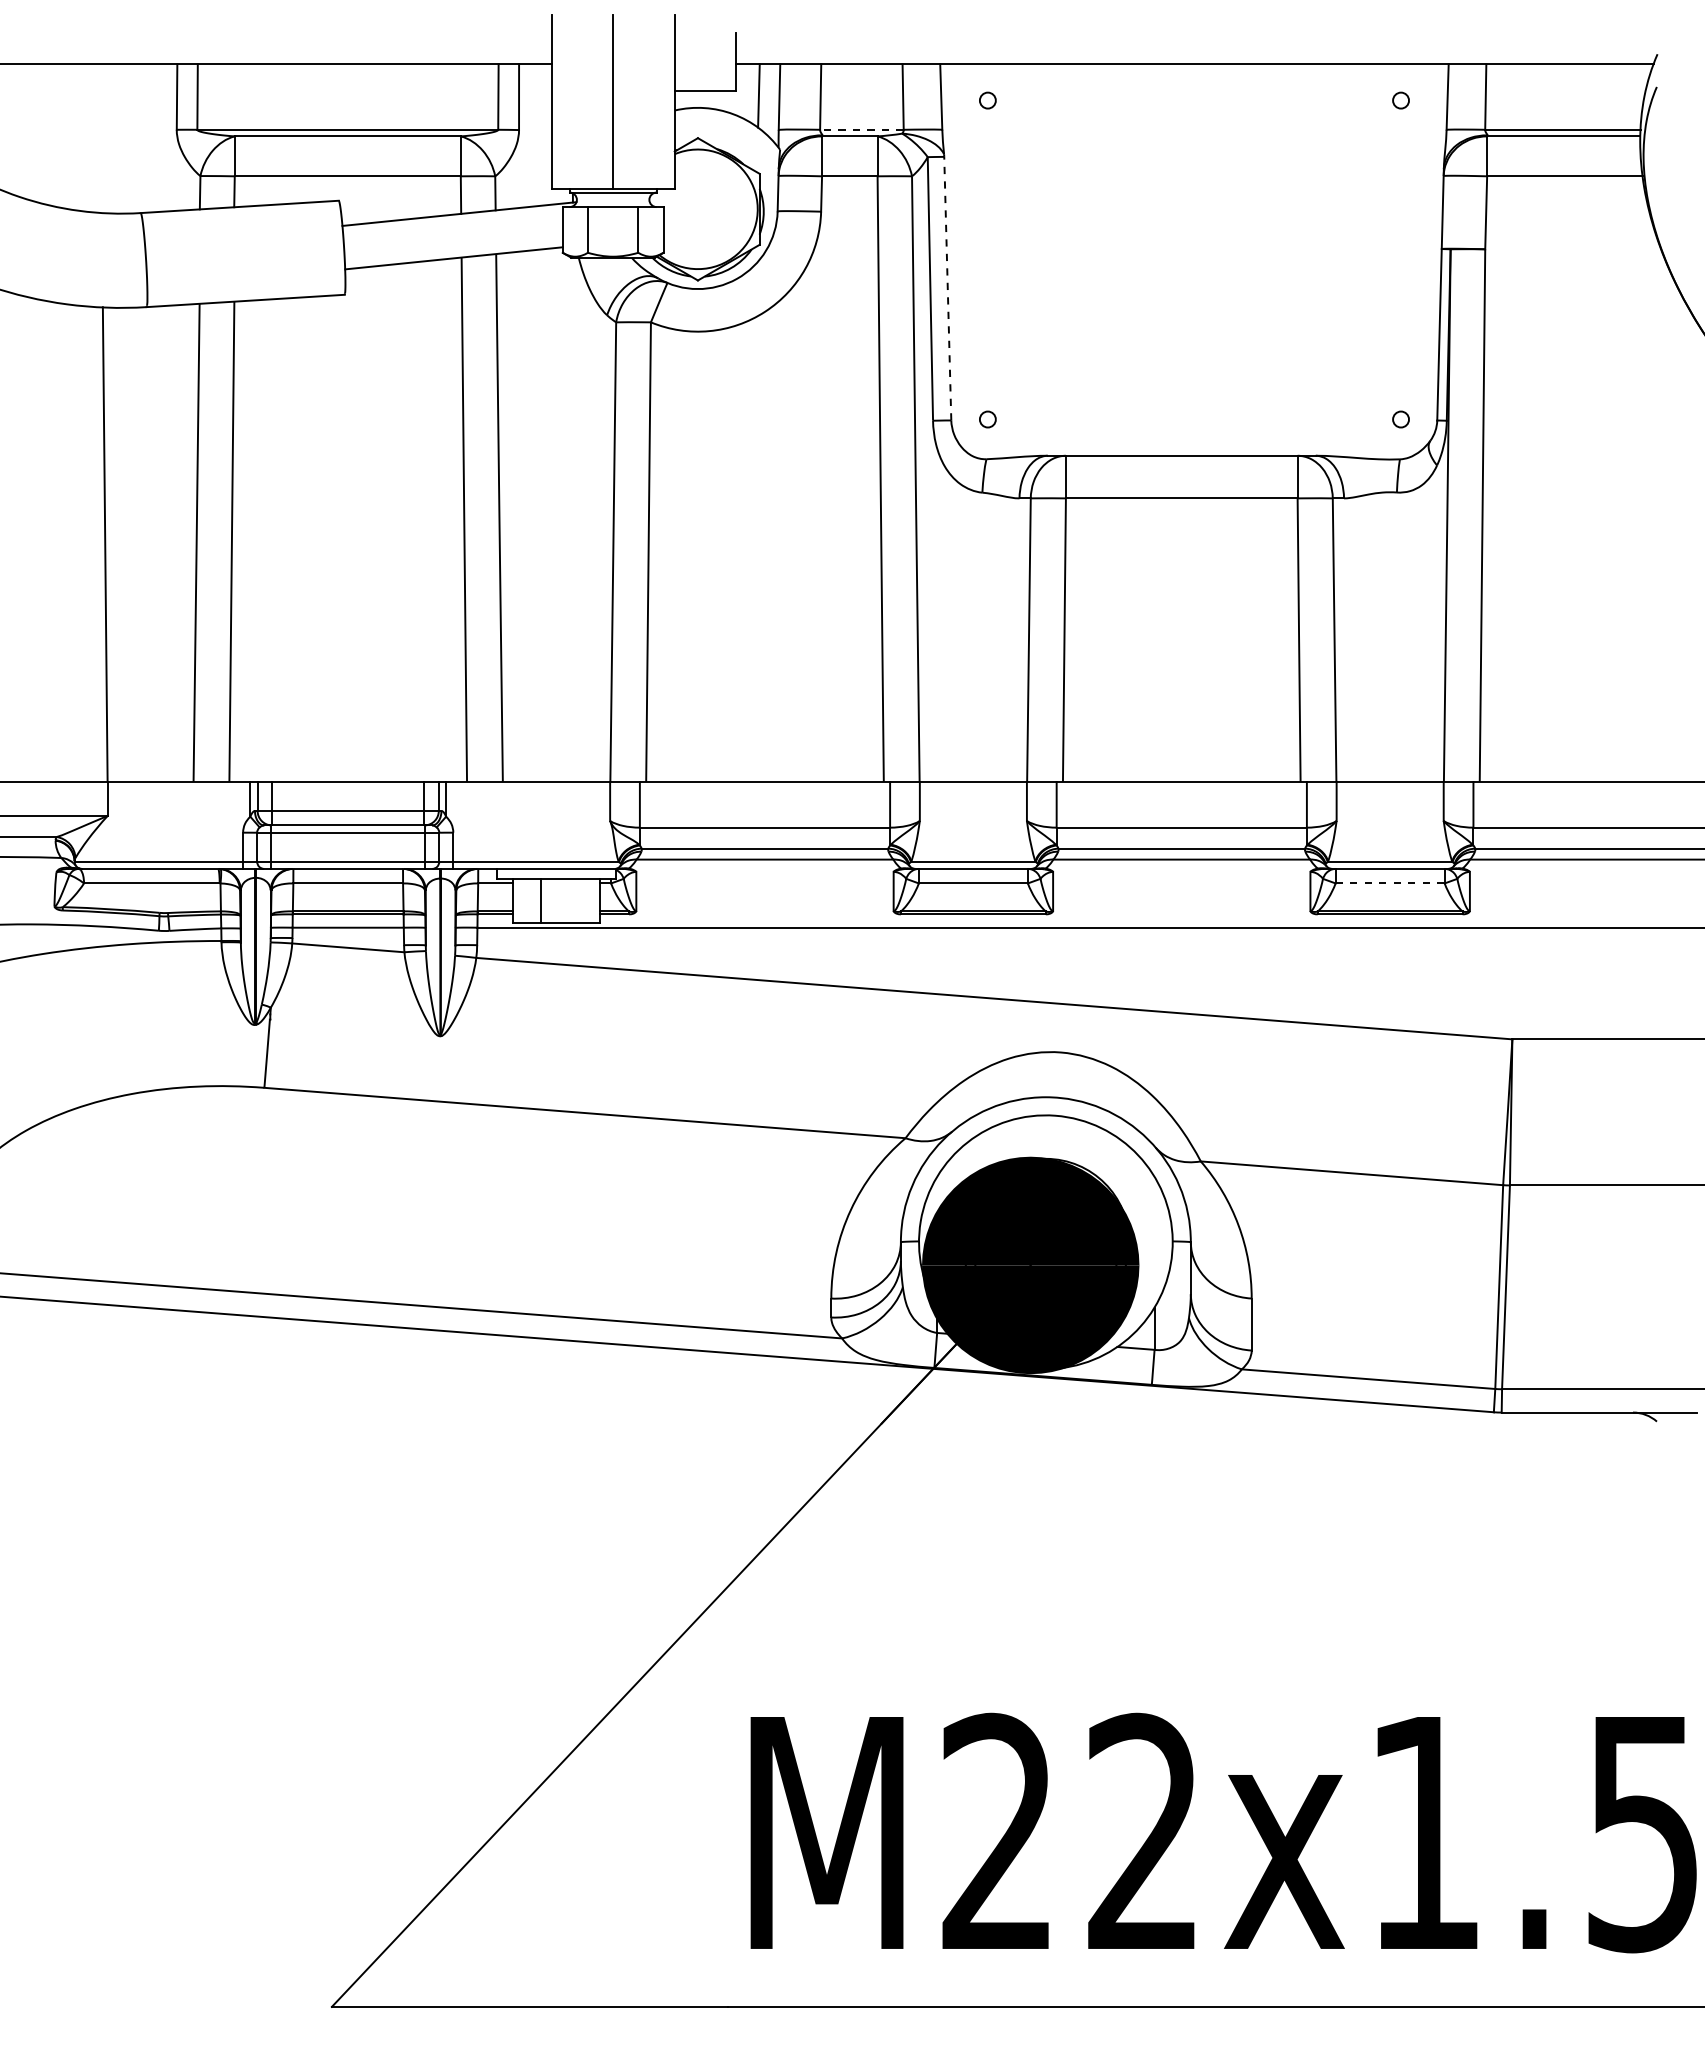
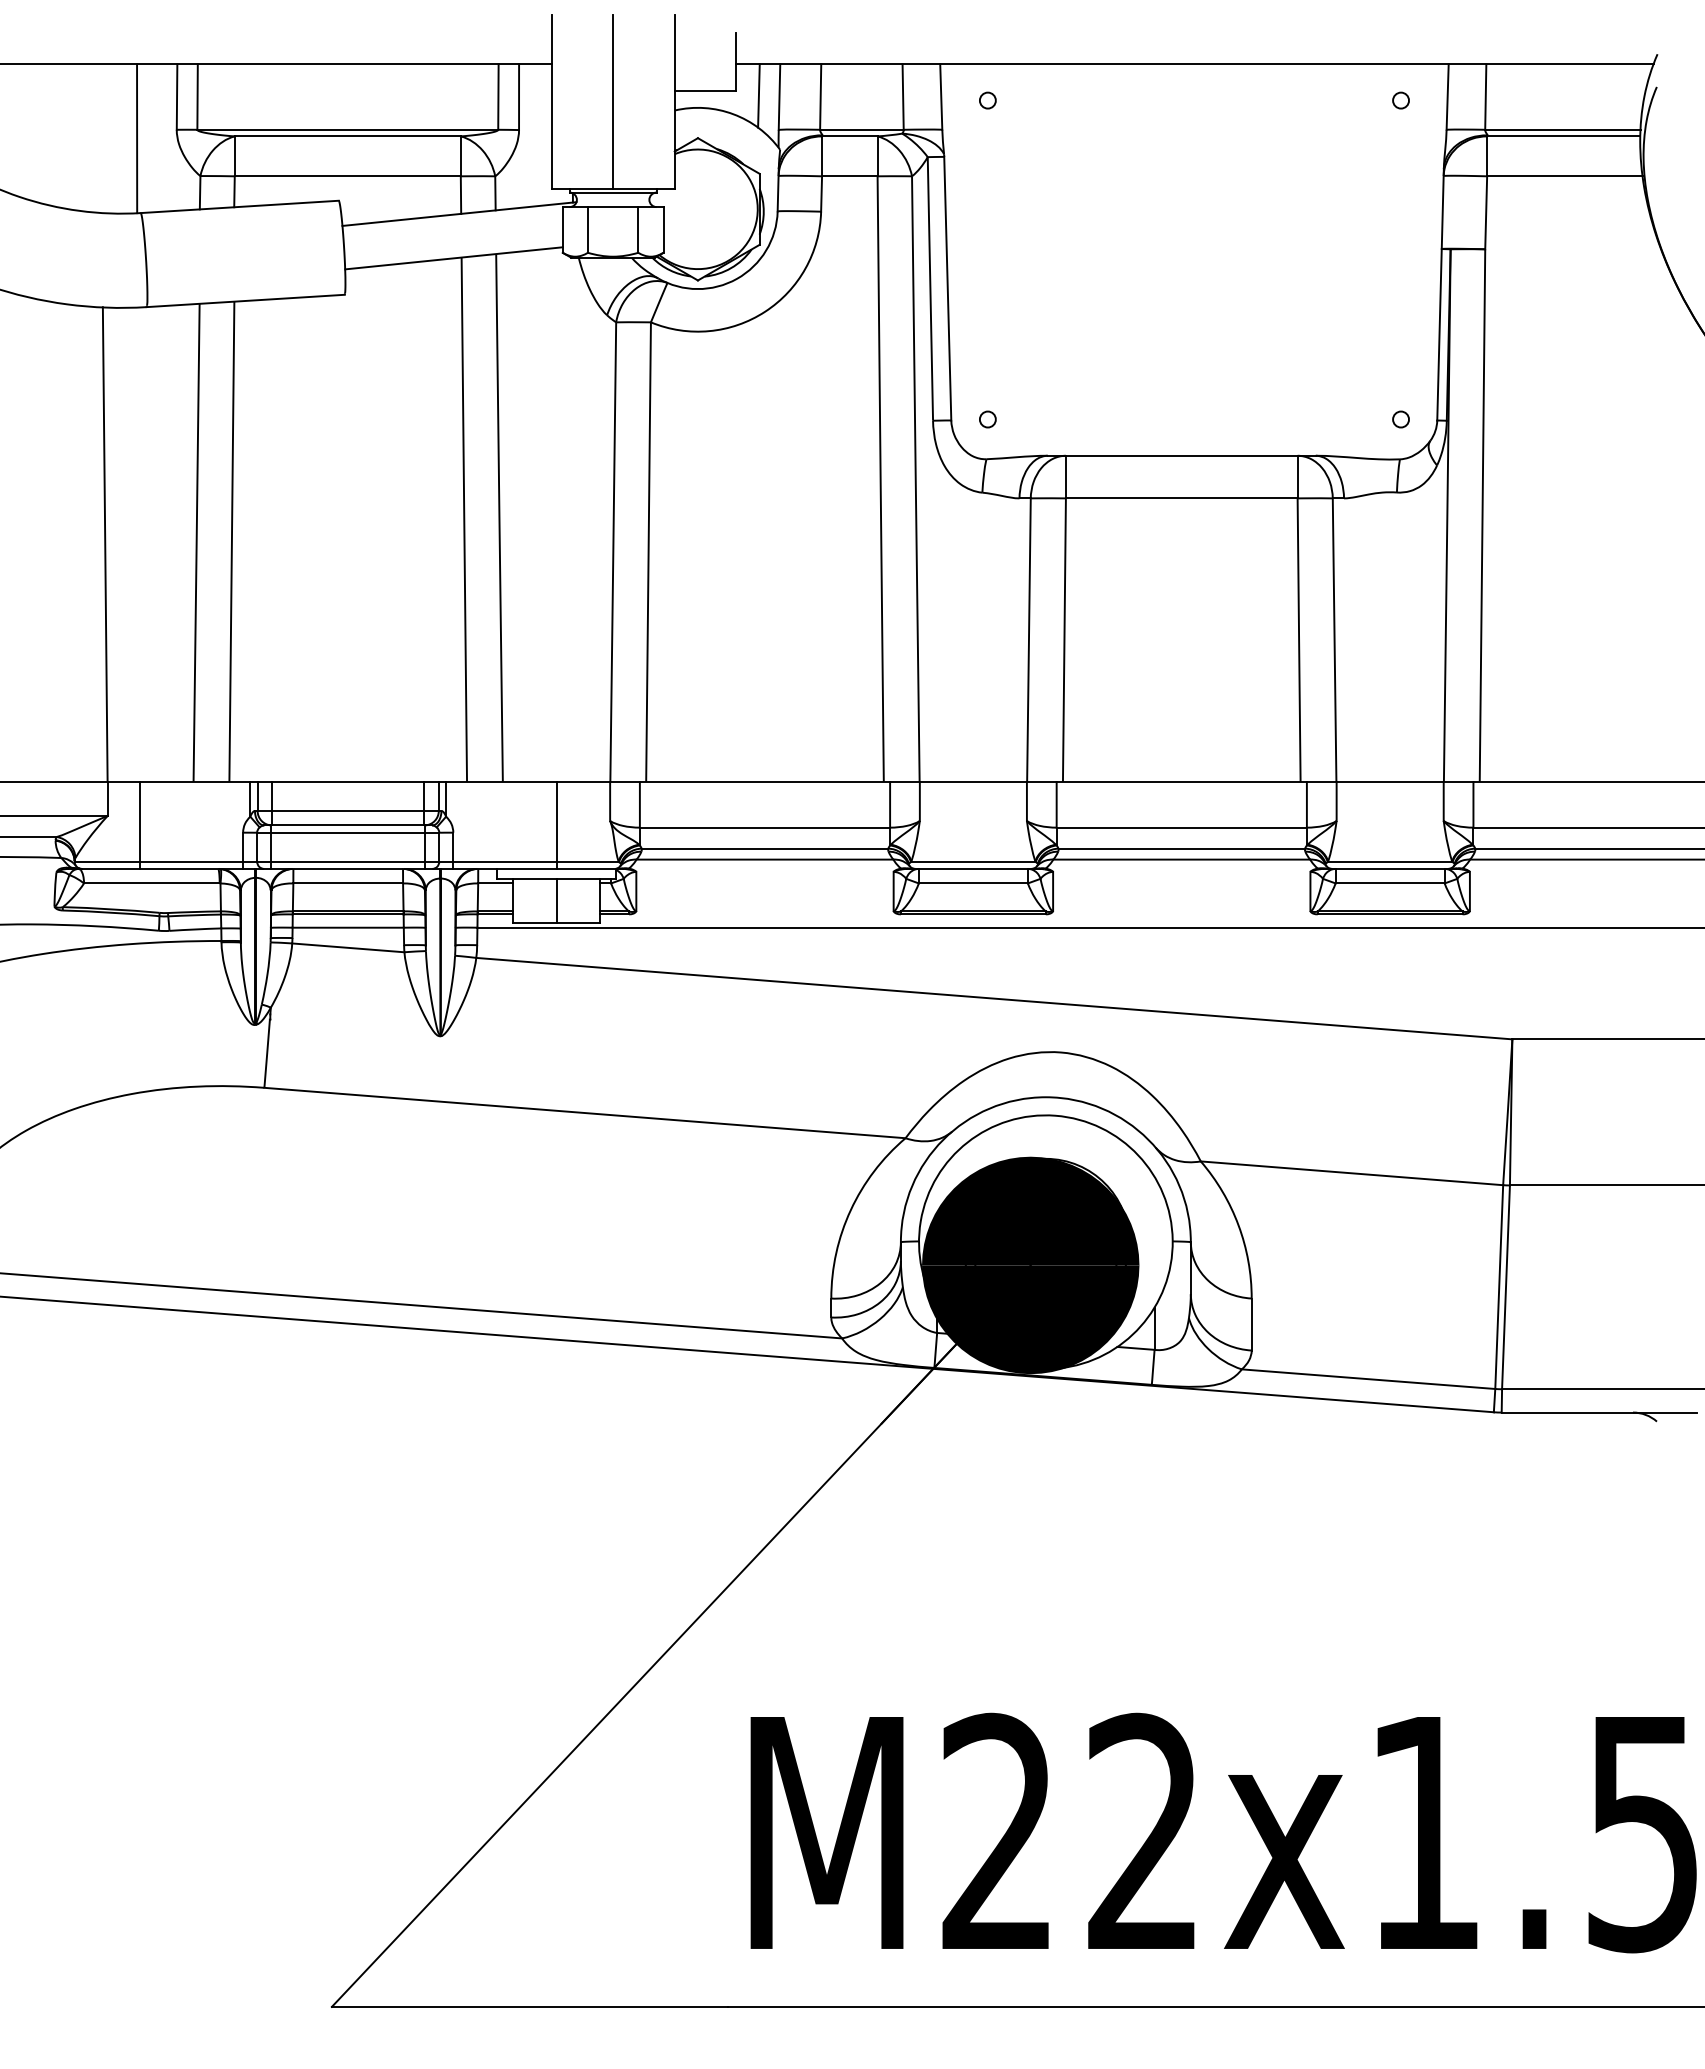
line at (861, 129): dashed -> solid
line at (137, 138): none -> present
line at (947, 288): dashed -> solid
line at (139, 824): none -> present
line at (556, 824): none -> present
line at (1390, 883): dashed -> solid
line at (540, 901) position: (540, 901) -> (556, 901)
